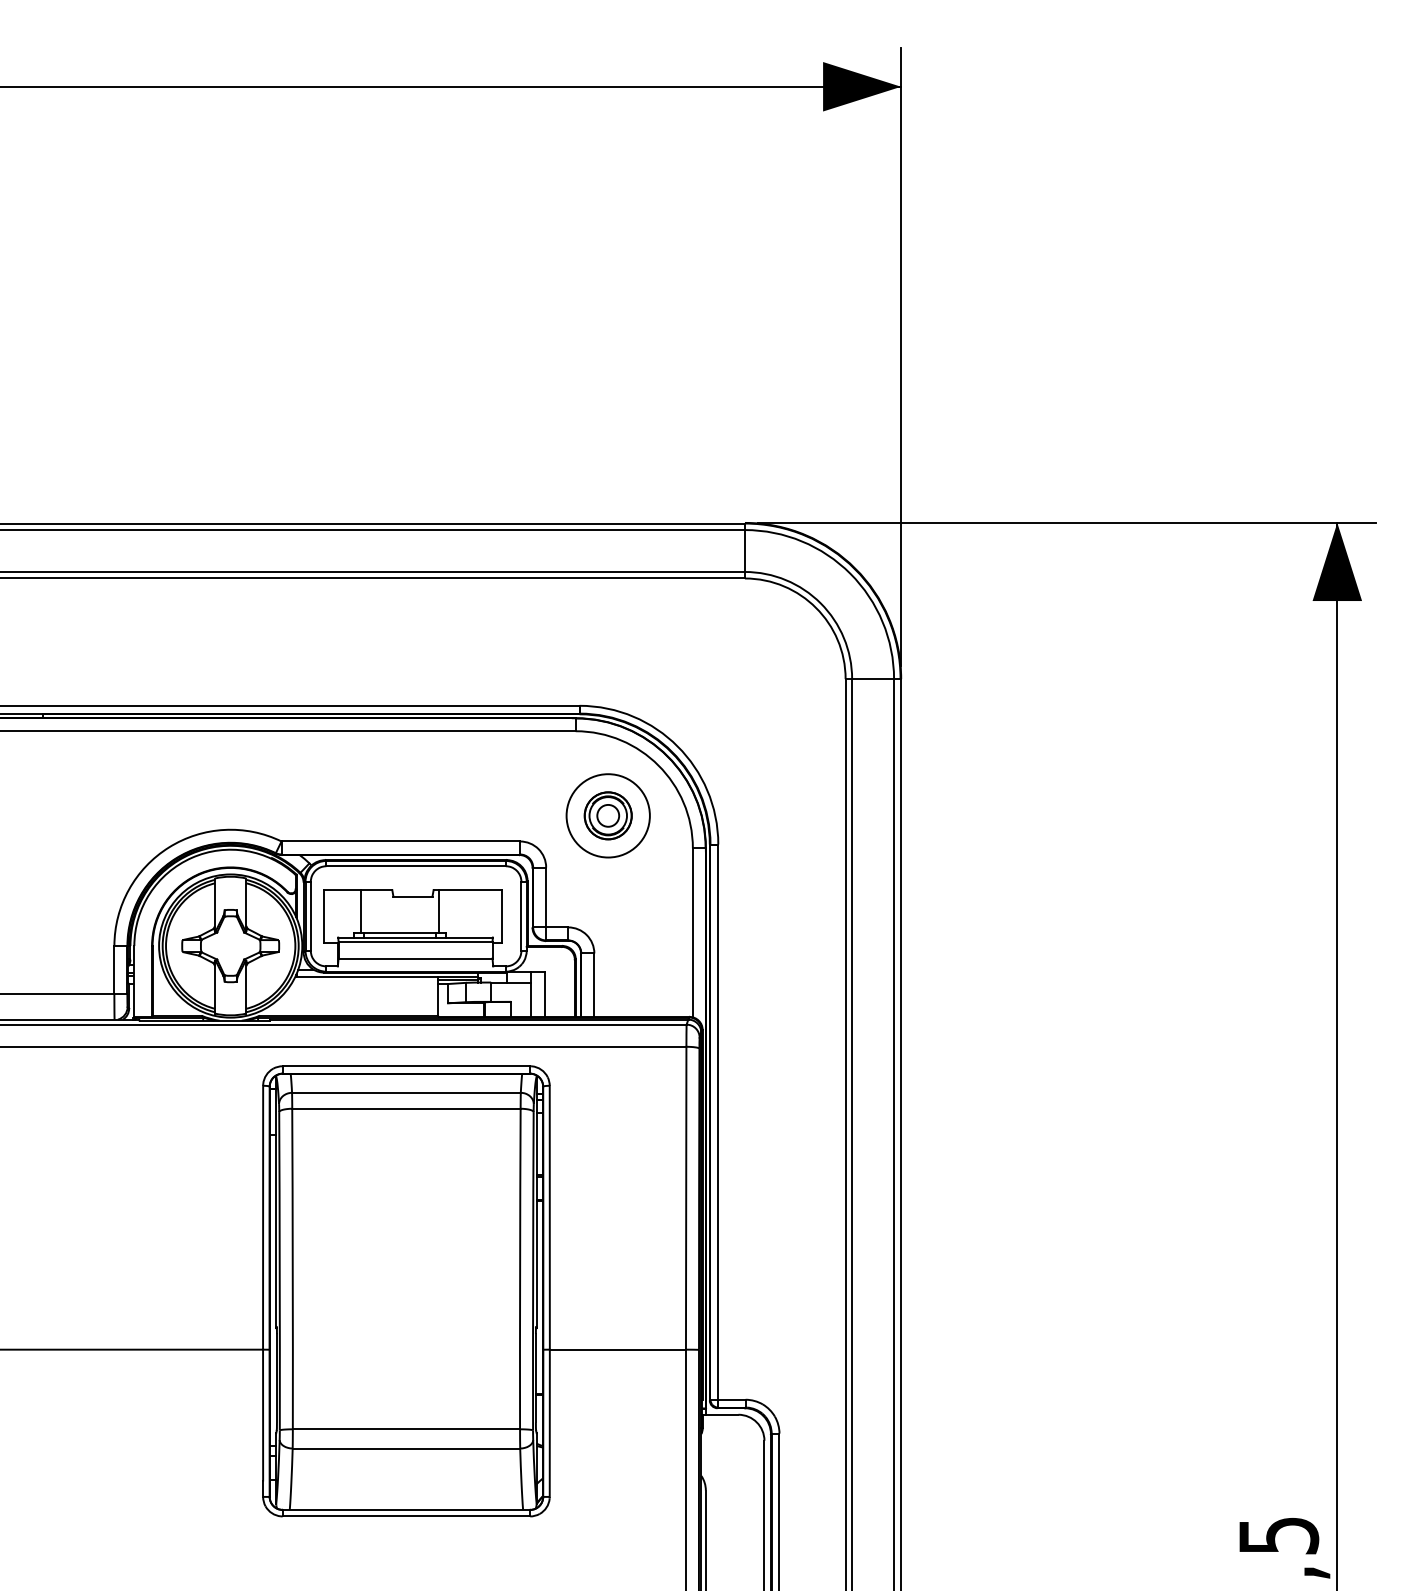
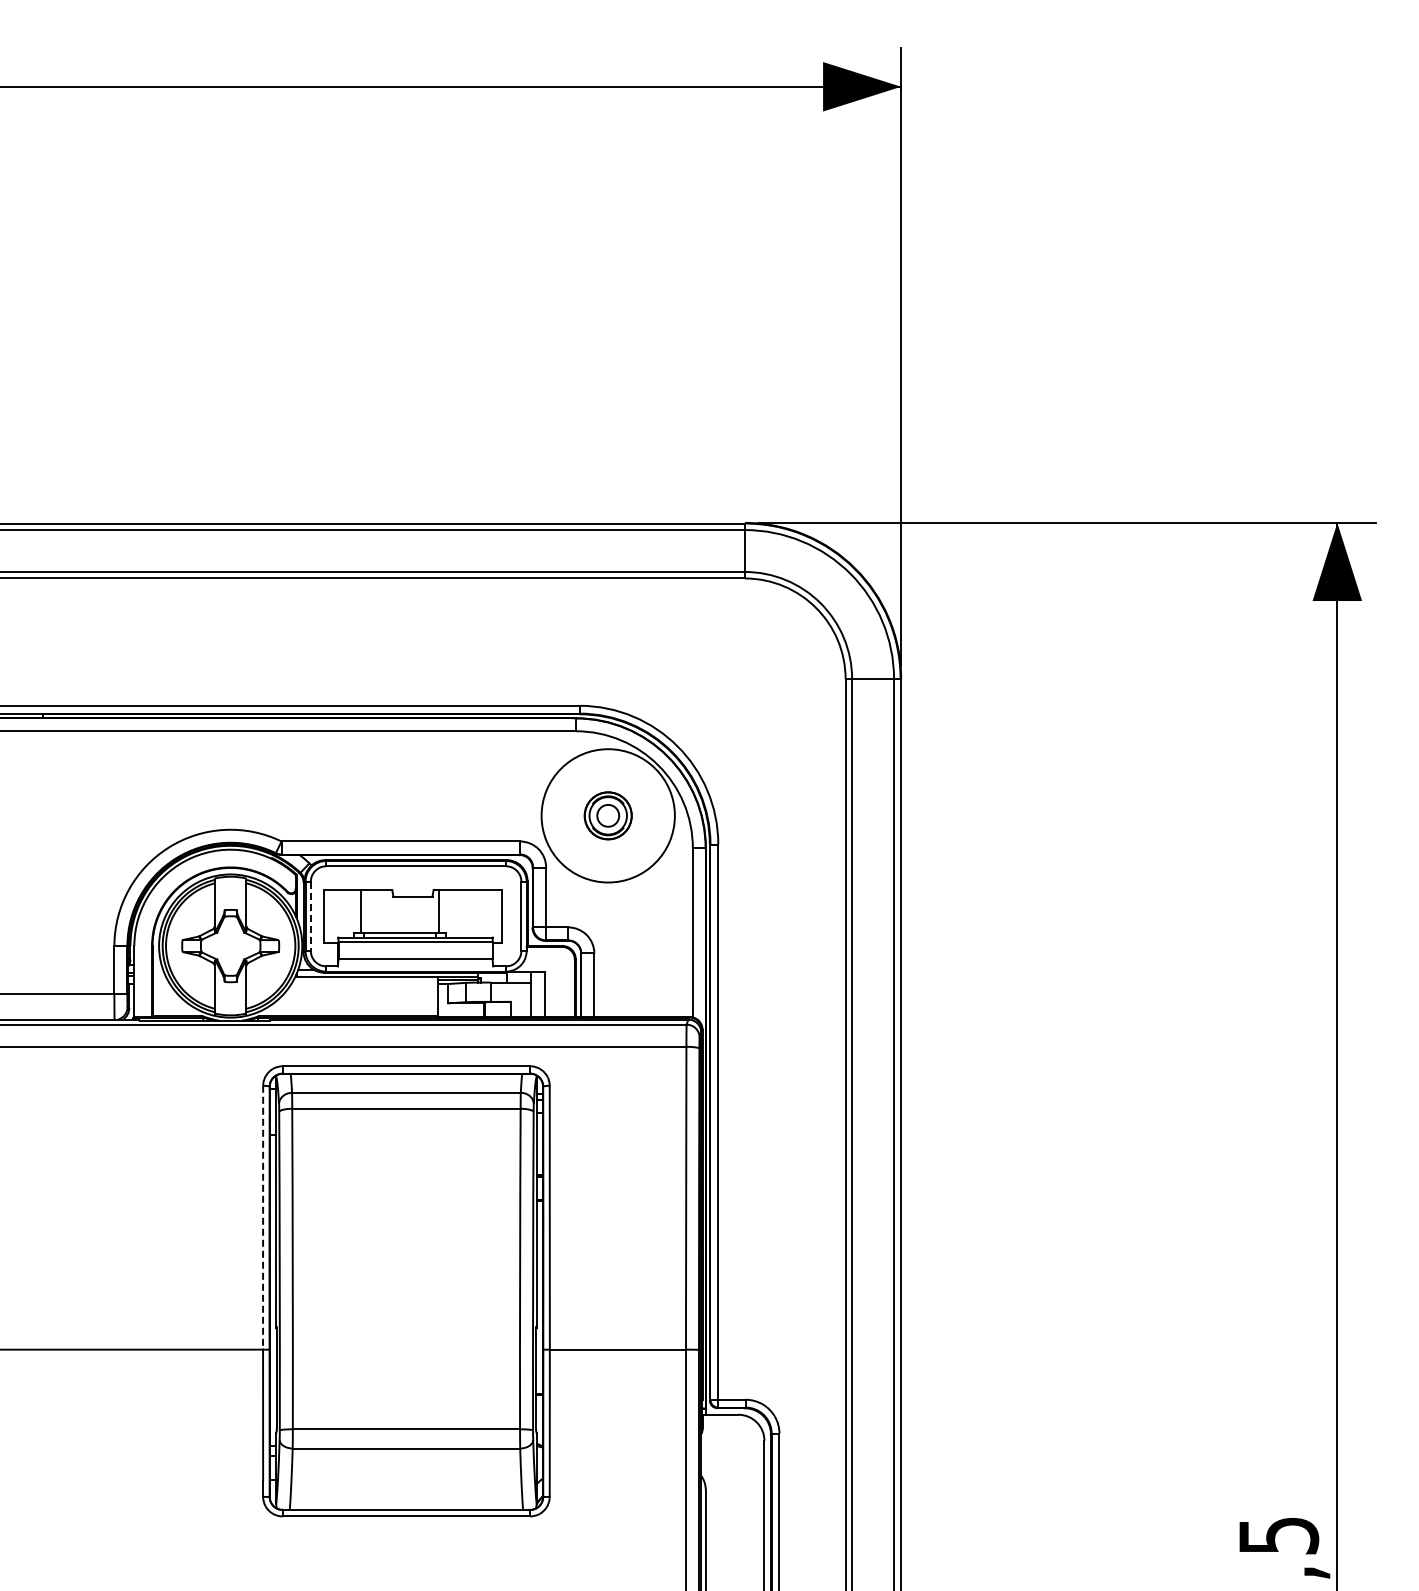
circle at (607, 815) diameter: 83 px -> 133 px
line at (310, 916): solid -> dashed
line at (263, 1217): solid -> dashed
